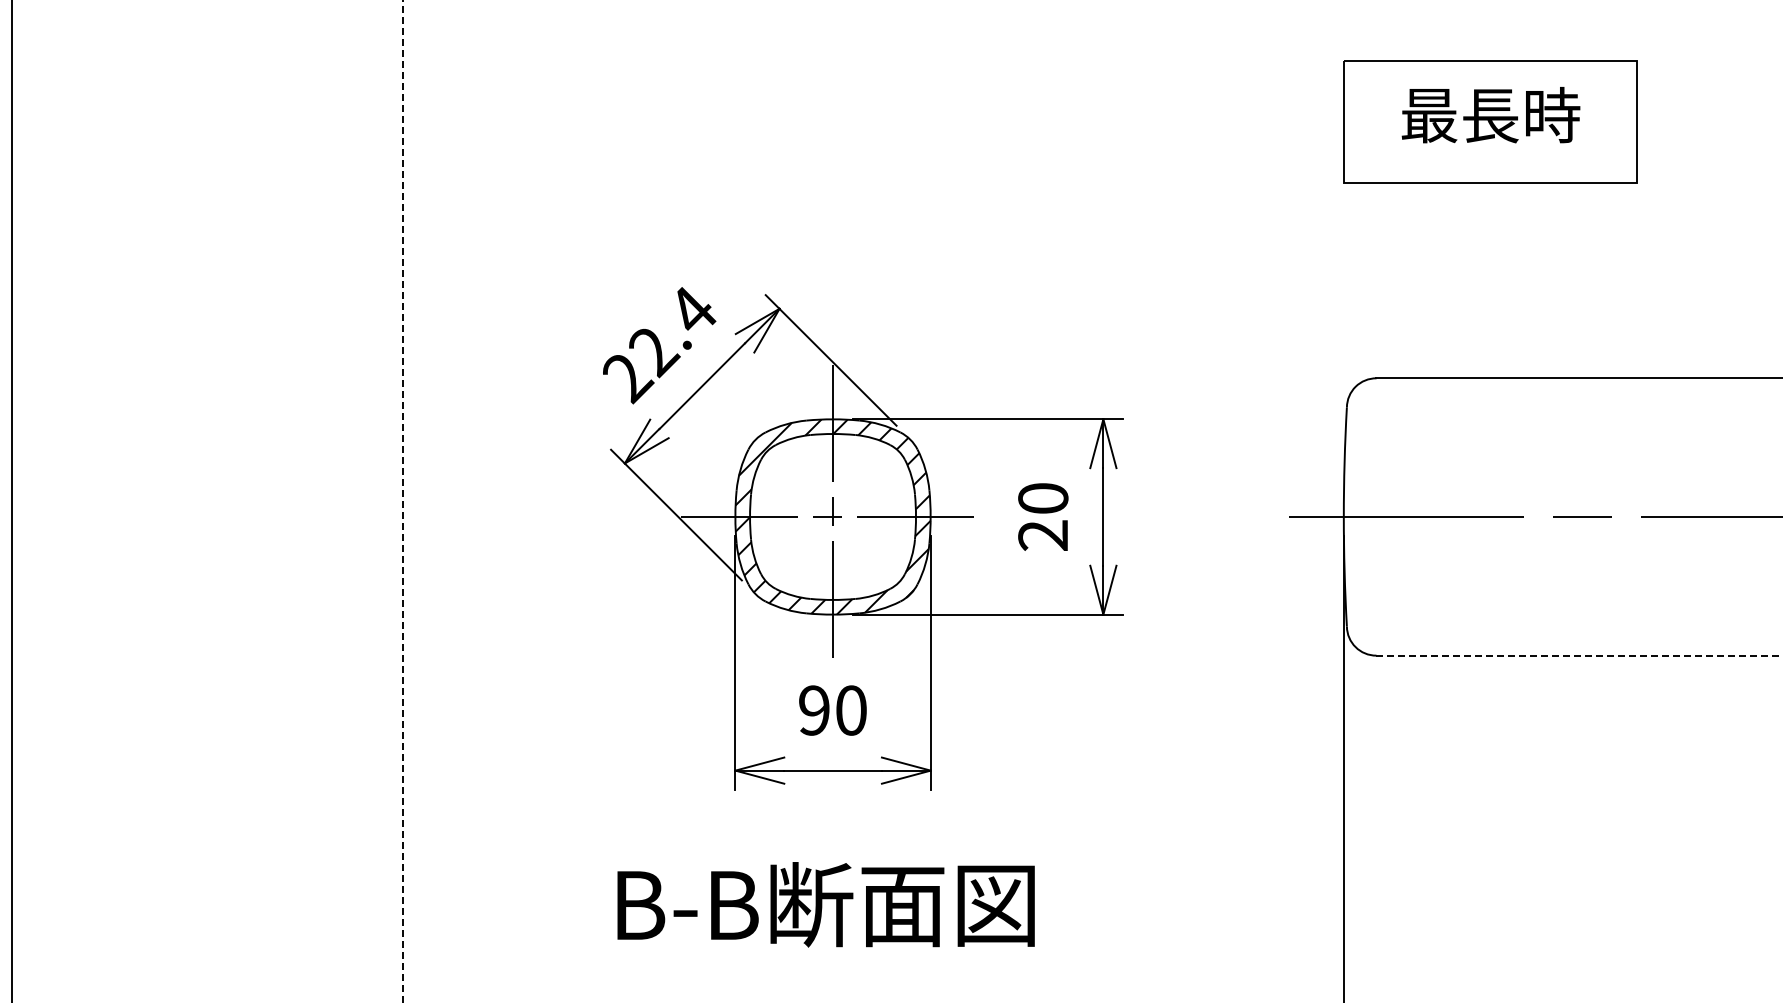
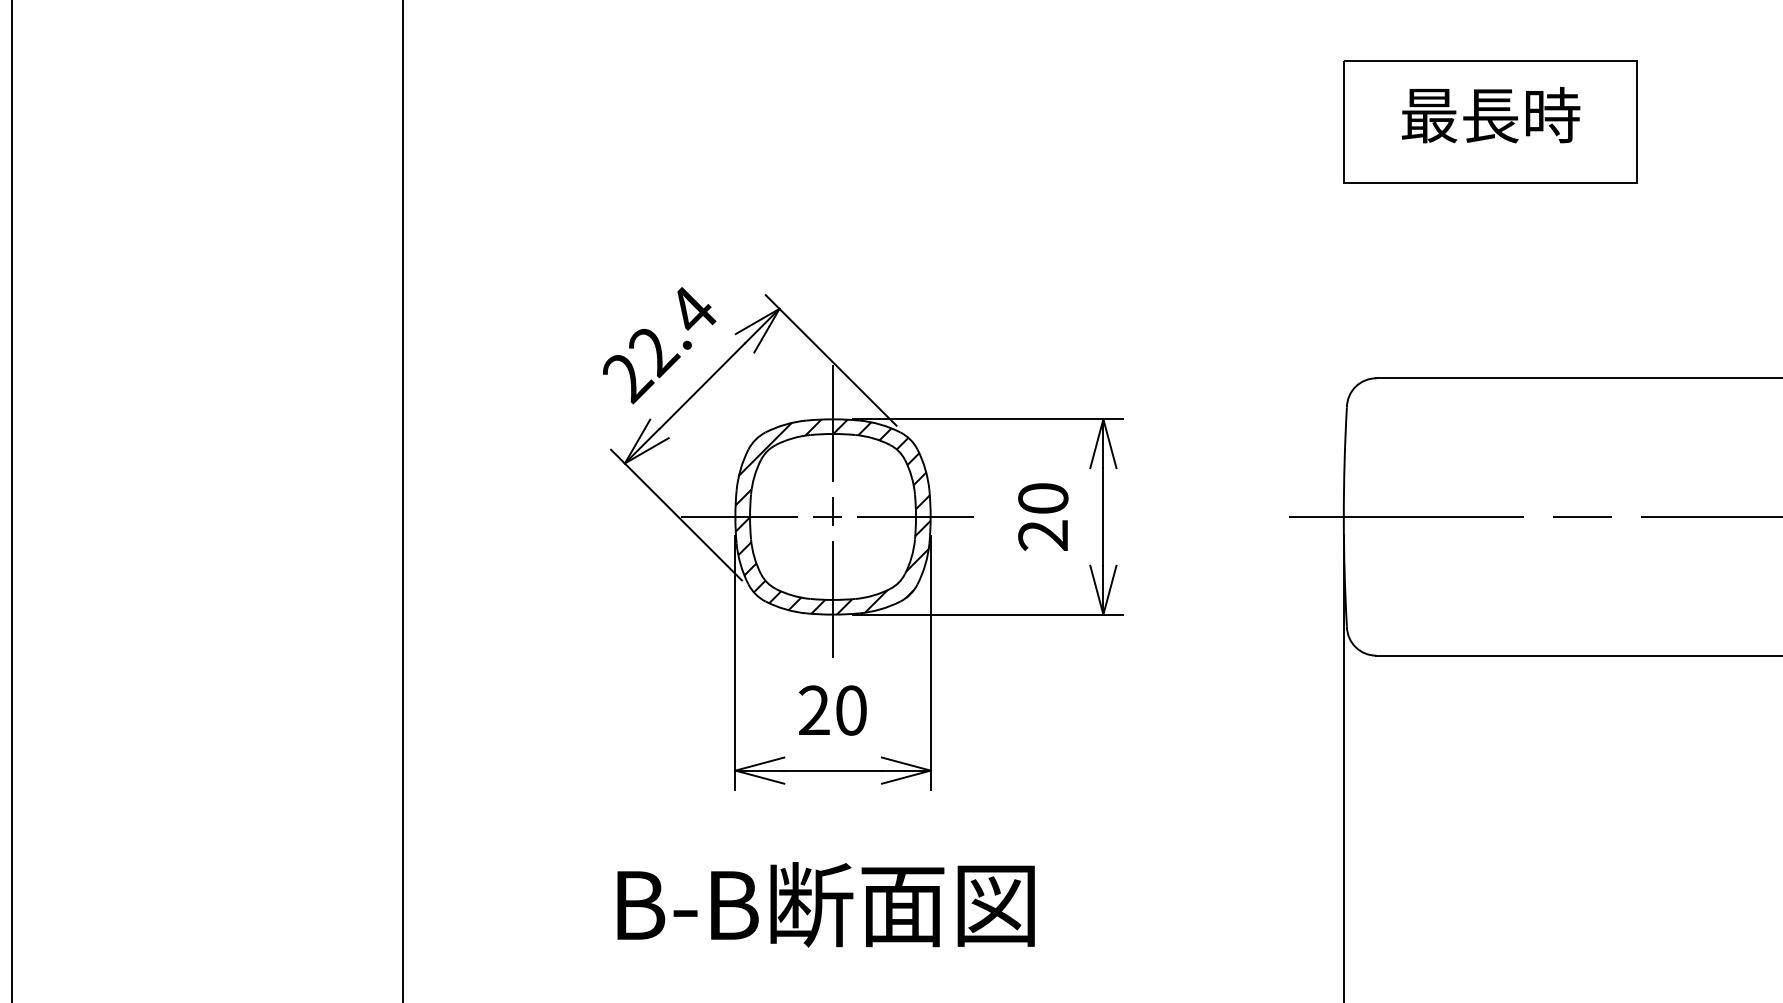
line at (402, 501): dashed -> solid
line at (1580, 655): dashed -> solid
text at (814, 710): 90 -> 20
